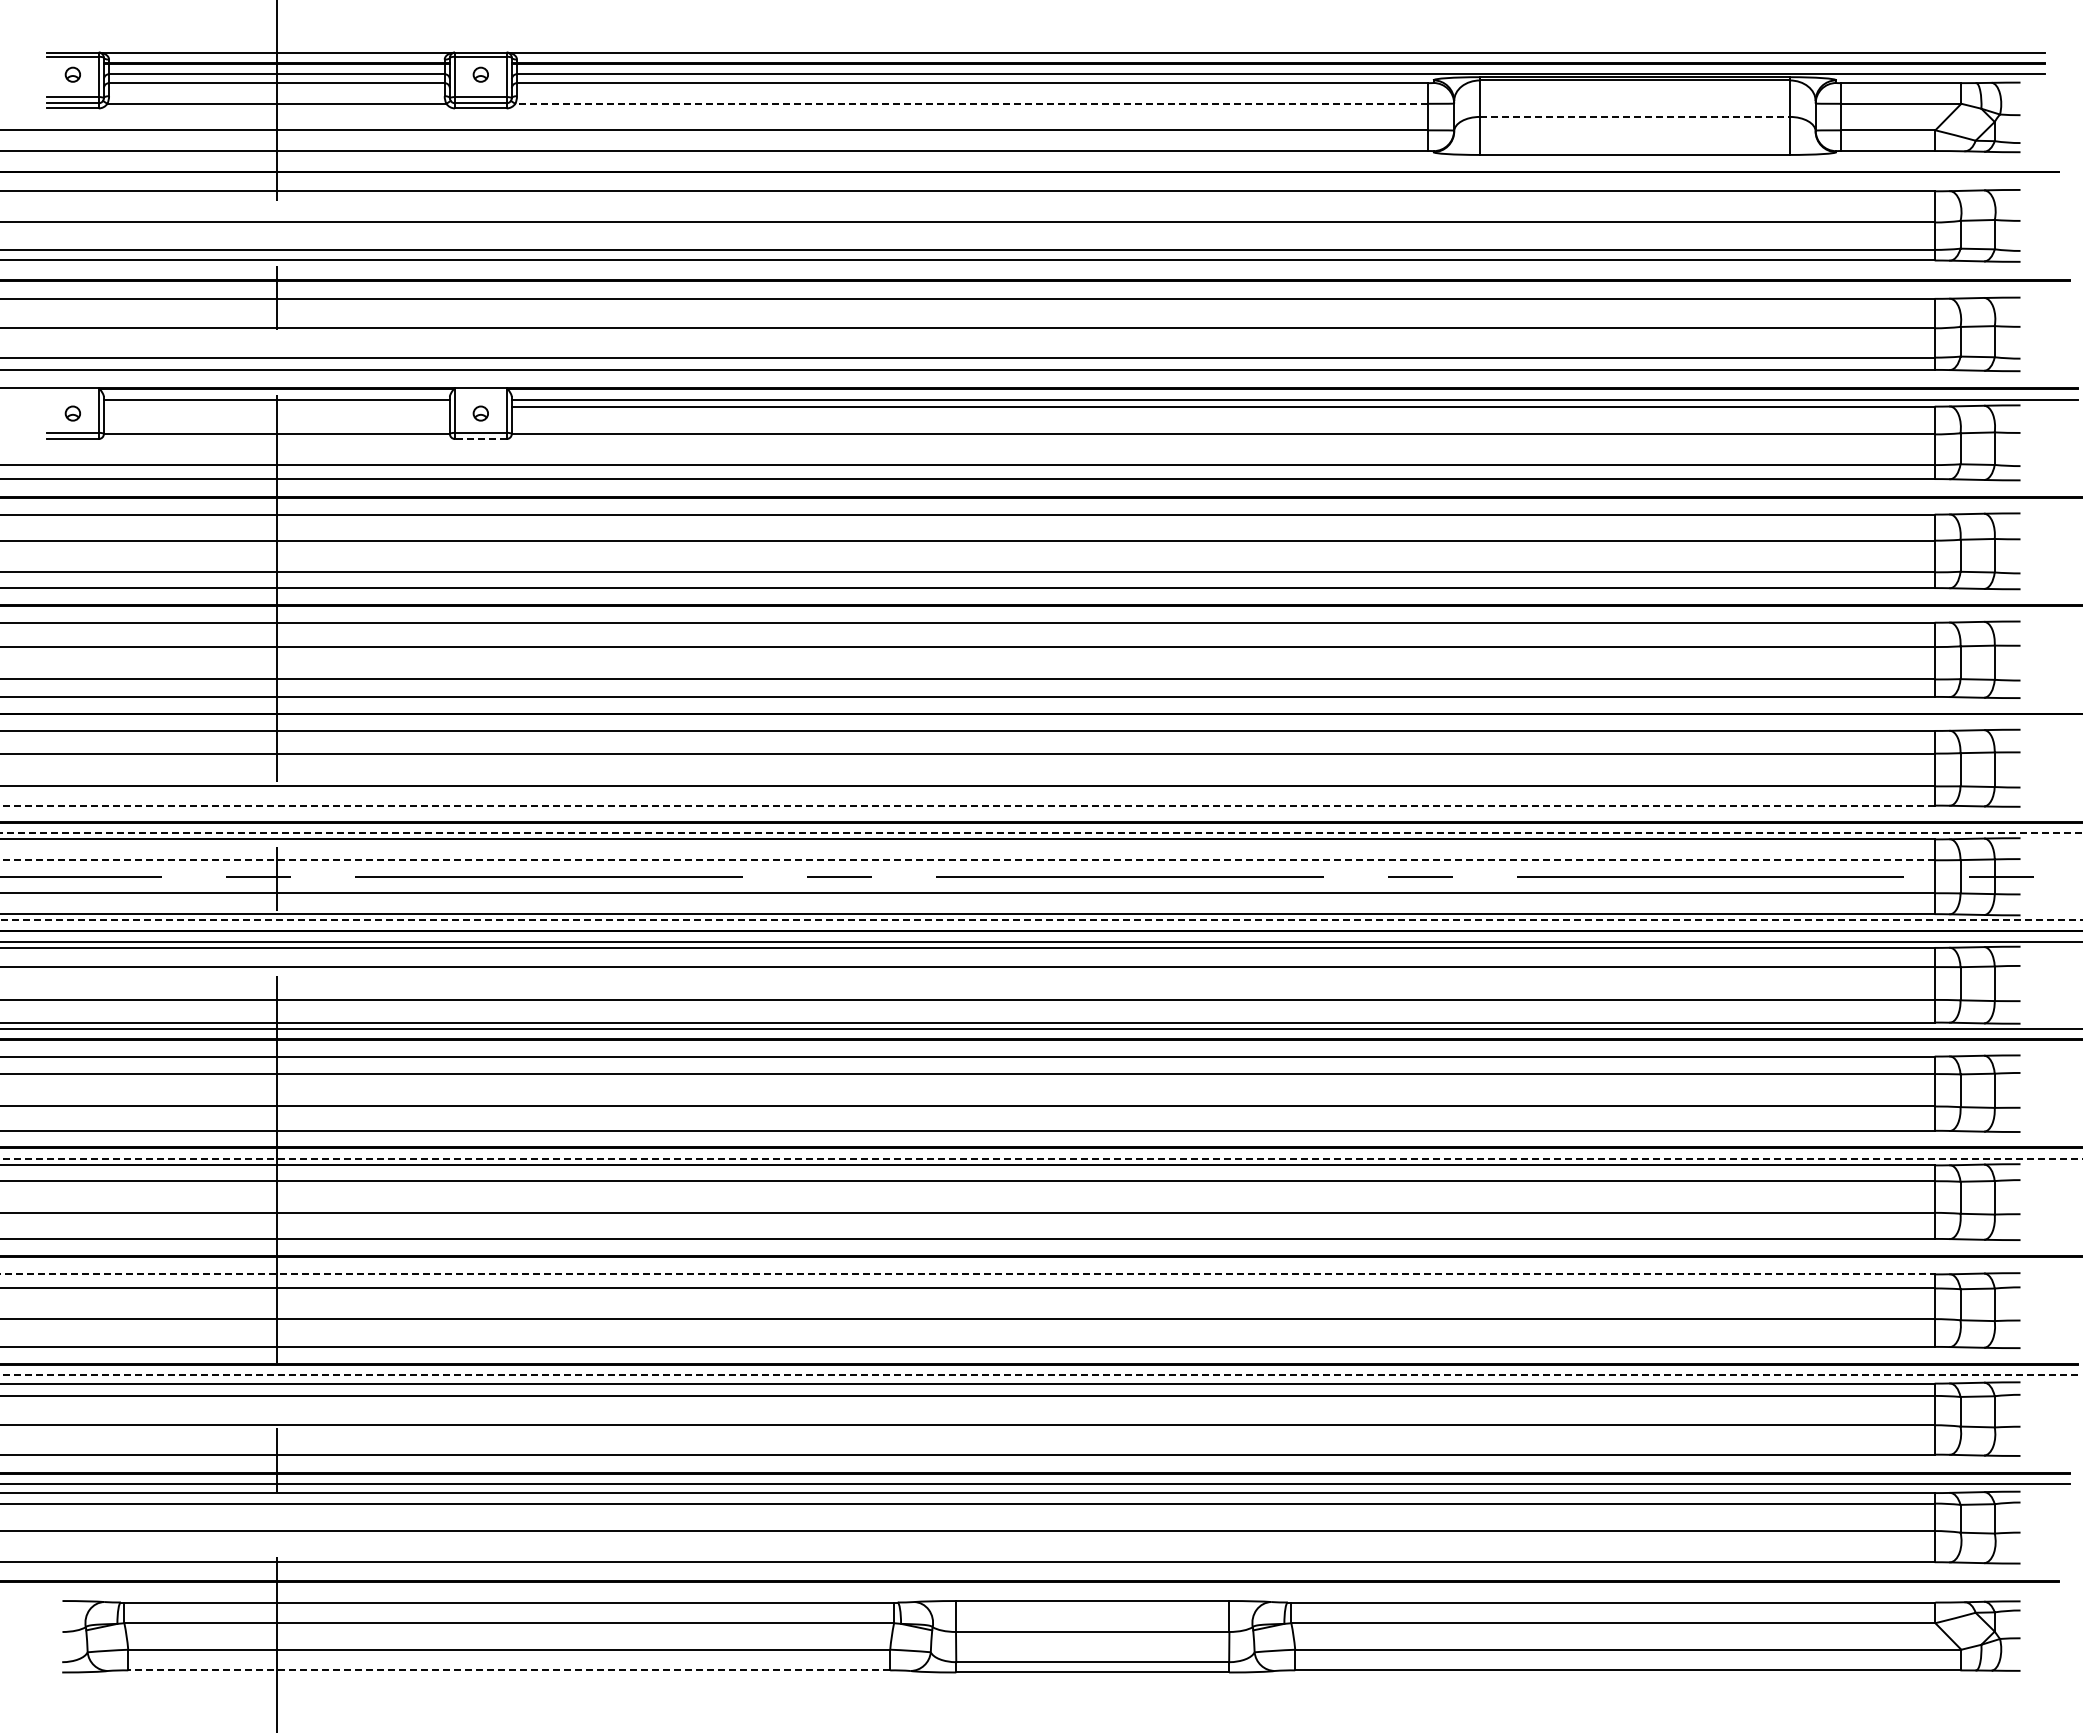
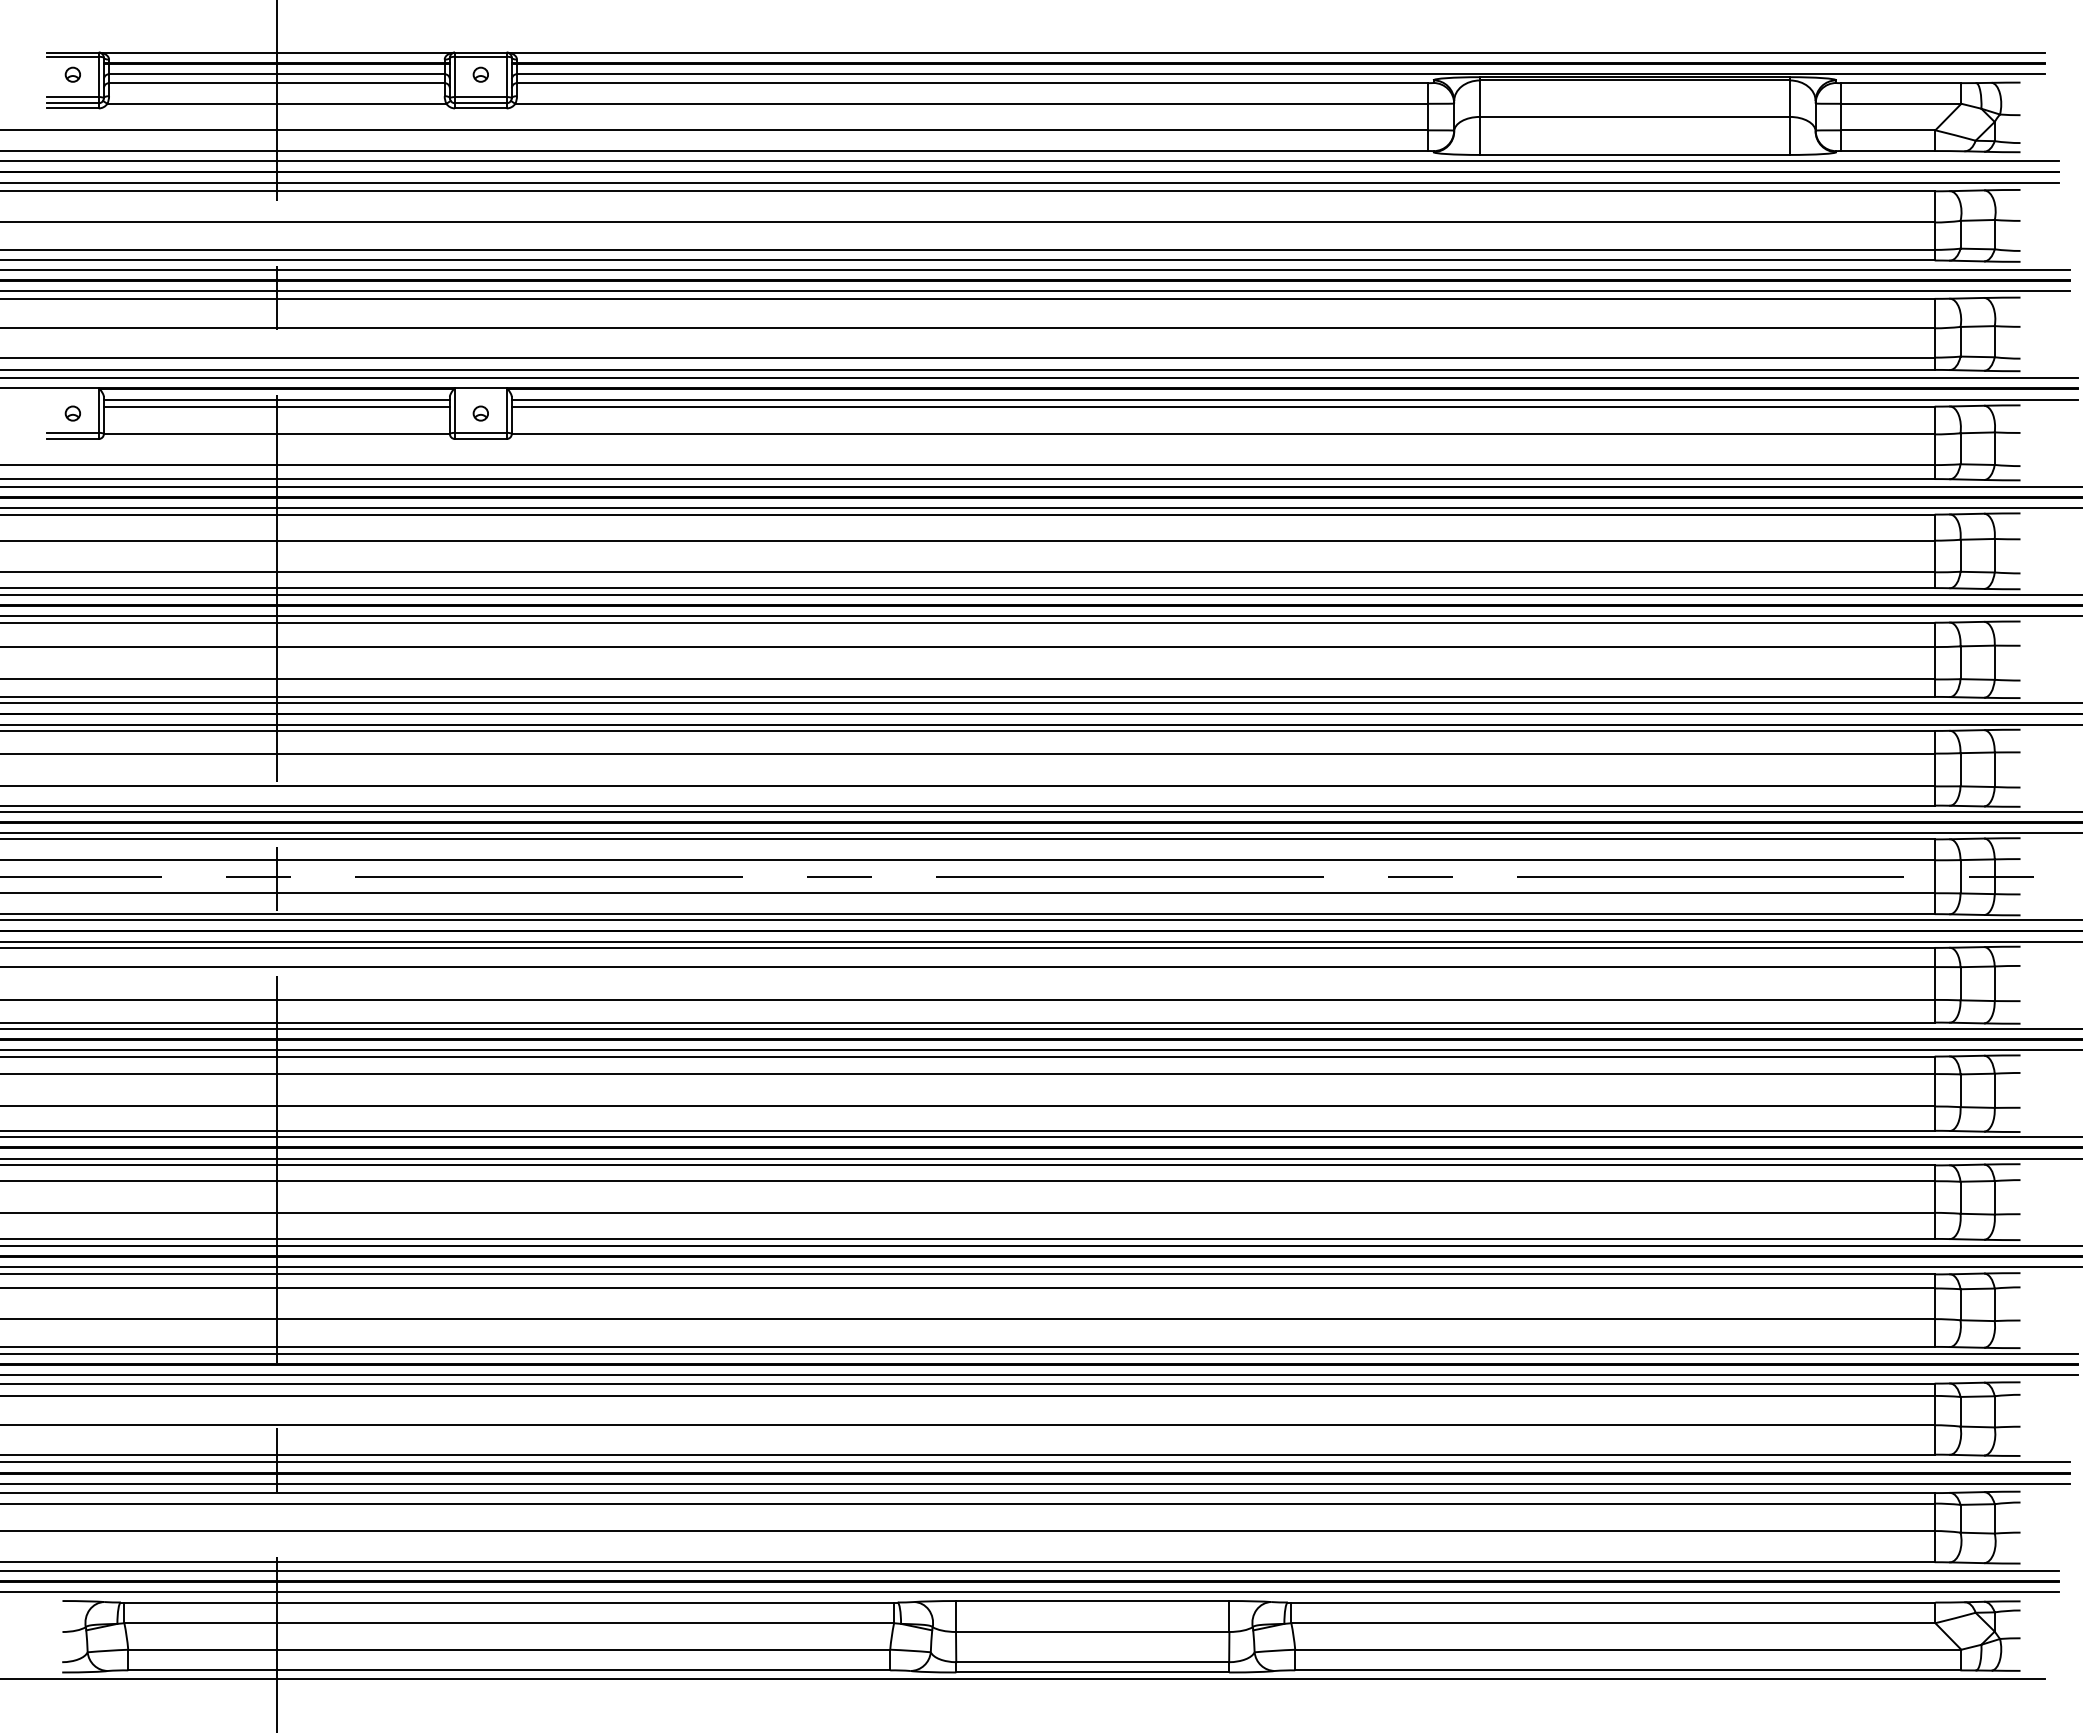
line at (971, 103): dashed -> solid
line at (1634, 116): dashed -> solid
line at (1030, 161): none -> present
line at (1030, 182): none -> present
line at (1035, 269): none -> present
line at (1035, 291): none -> present
line at (1040, 378): none -> present
line at (276, 406): none -> present
line at (480, 439): dashed -> solid
line at (1040, 486): none -> present
line at (1040, 507): none -> present
line at (1040, 595): none -> present
line at (1040, 616): none -> present
line at (1040, 703): none -> present
line at (1040, 724): none -> present
line at (967, 805): dashed -> solid
line at (1040, 811): none -> present
line at (1041, 833): dashed -> solid
line at (967, 860): dashed -> solid
line at (1041, 920): dashed -> solid
line at (1040, 1050): none -> present
line at (1040, 1137): none -> present
line at (1041, 1158): dashed -> solid
line at (1040, 1245): none -> present
line at (1040, 1266): none -> present
line at (967, 1274): dashed -> solid
line at (1040, 1354): none -> present
line at (1039, 1375): dashed -> solid
line at (1035, 1462): none -> present
line at (1030, 1570): none -> present
line at (1030, 1592): none -> present
line at (509, 1670): dashed -> solid
line at (1023, 1679): none -> present
